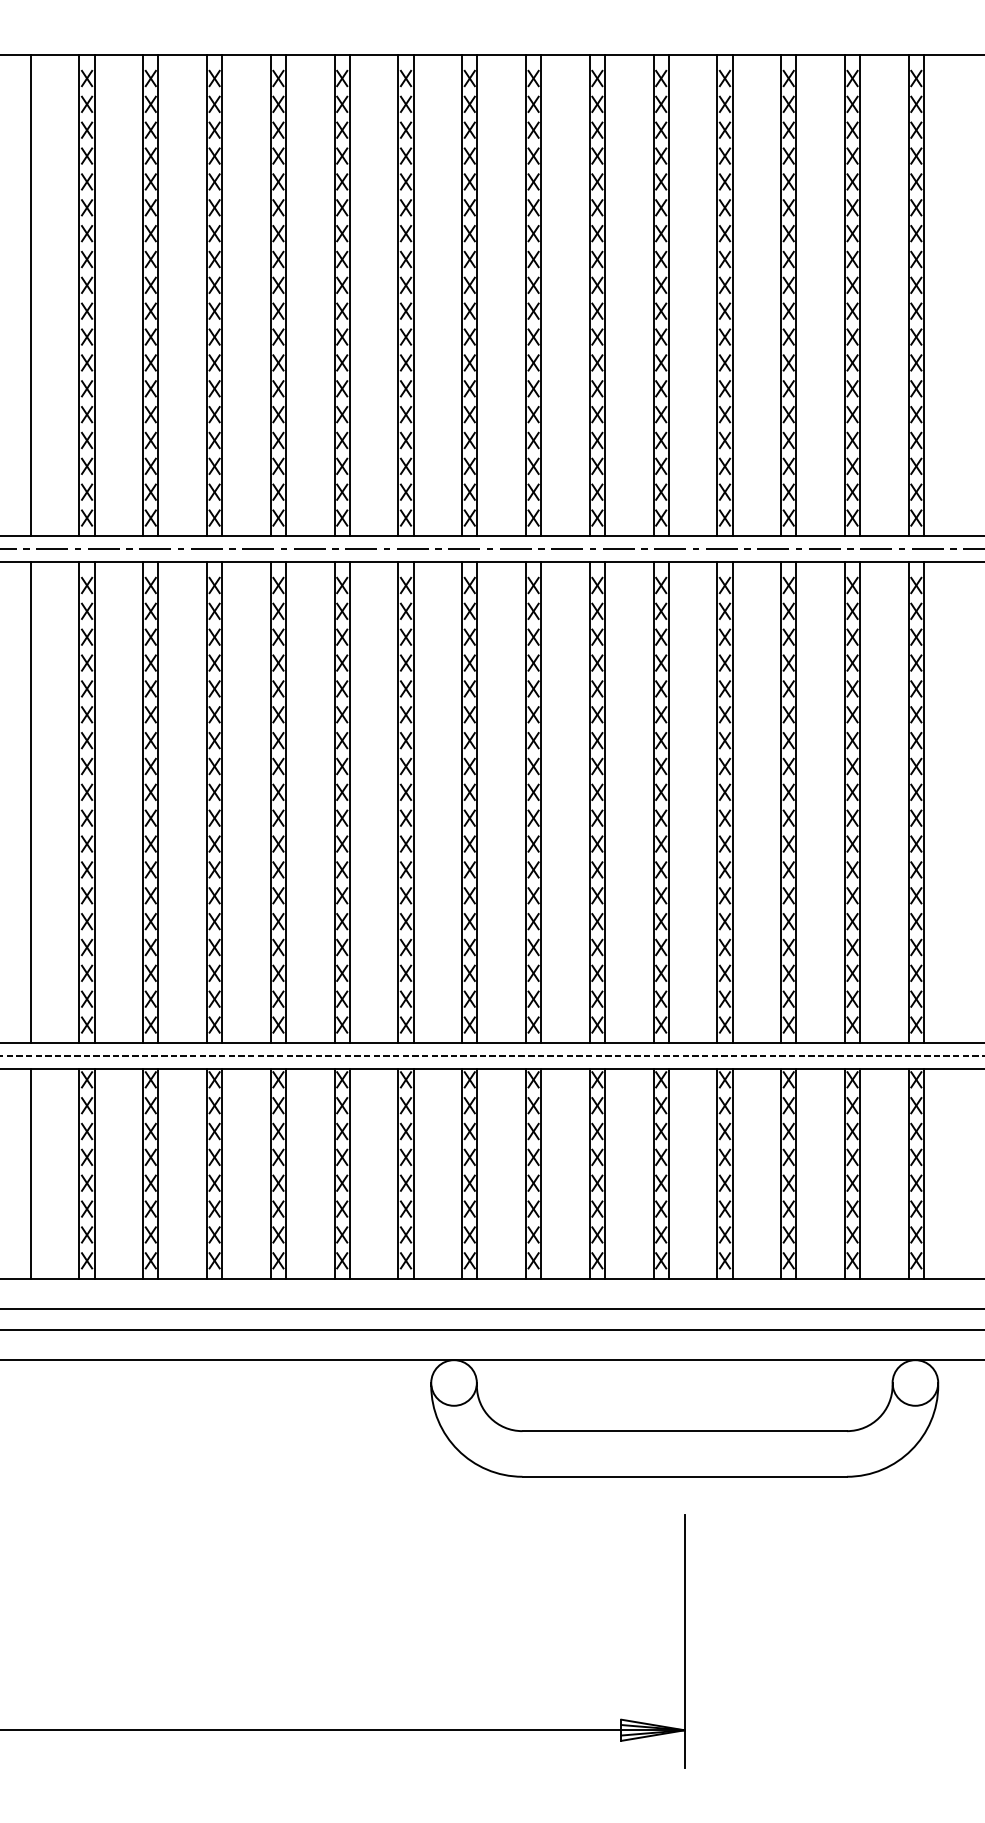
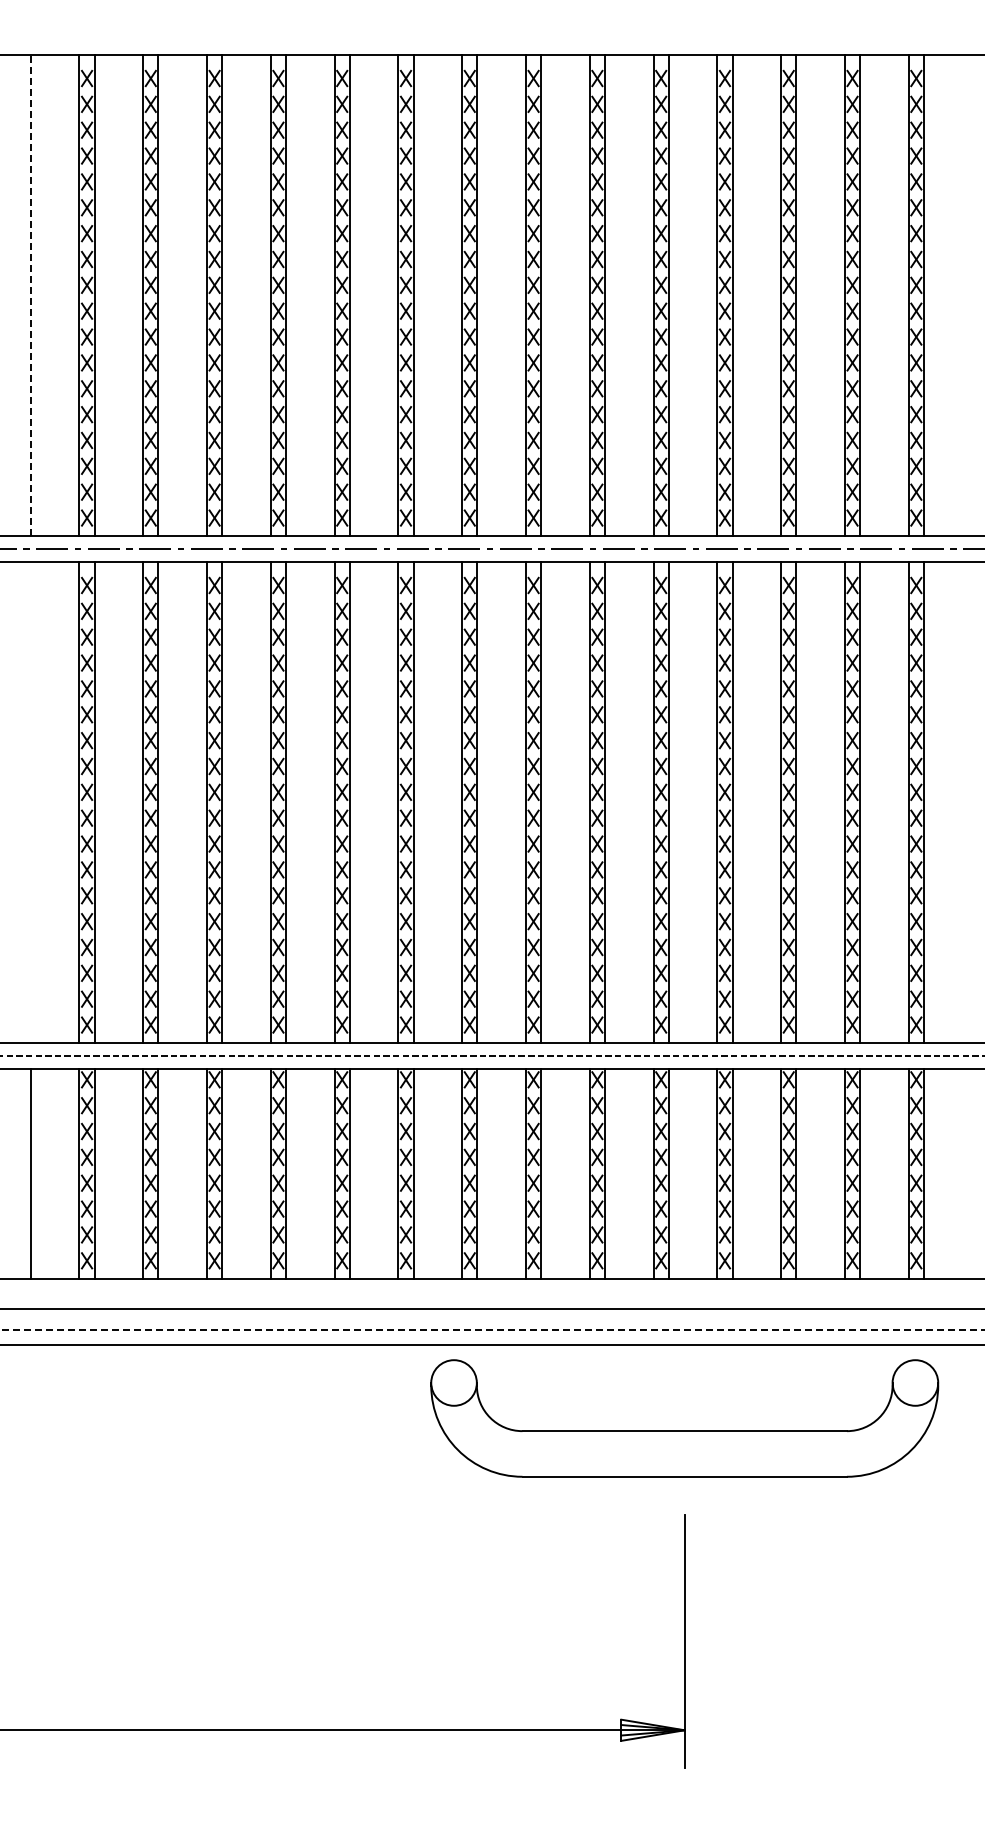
line at (30, 295): solid -> dashed
line at (30, 802): present -> none
line at (492, 1329): solid -> dashed
line at (491, 1360) position: (491, 1360) -> (491, 1345)
